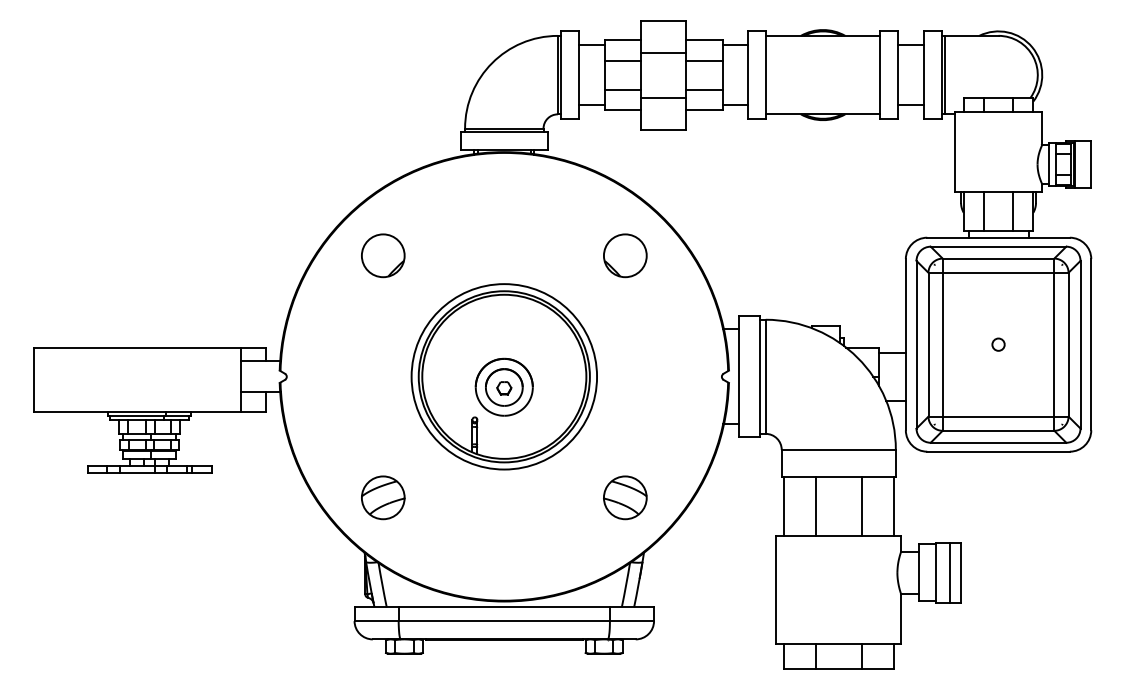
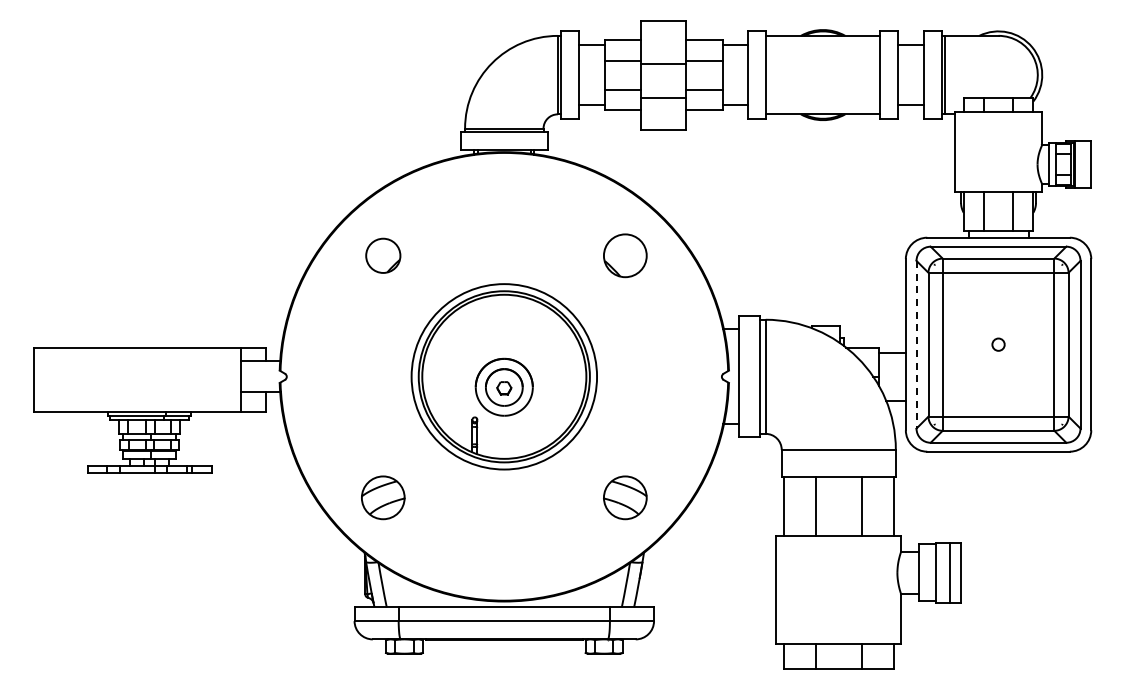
line at (663, 52) position: (663, 52) -> (663, 63)
part at (383, 255) size: 45x46 px -> 37x37 px
line at (916, 344): solid -> dashed
